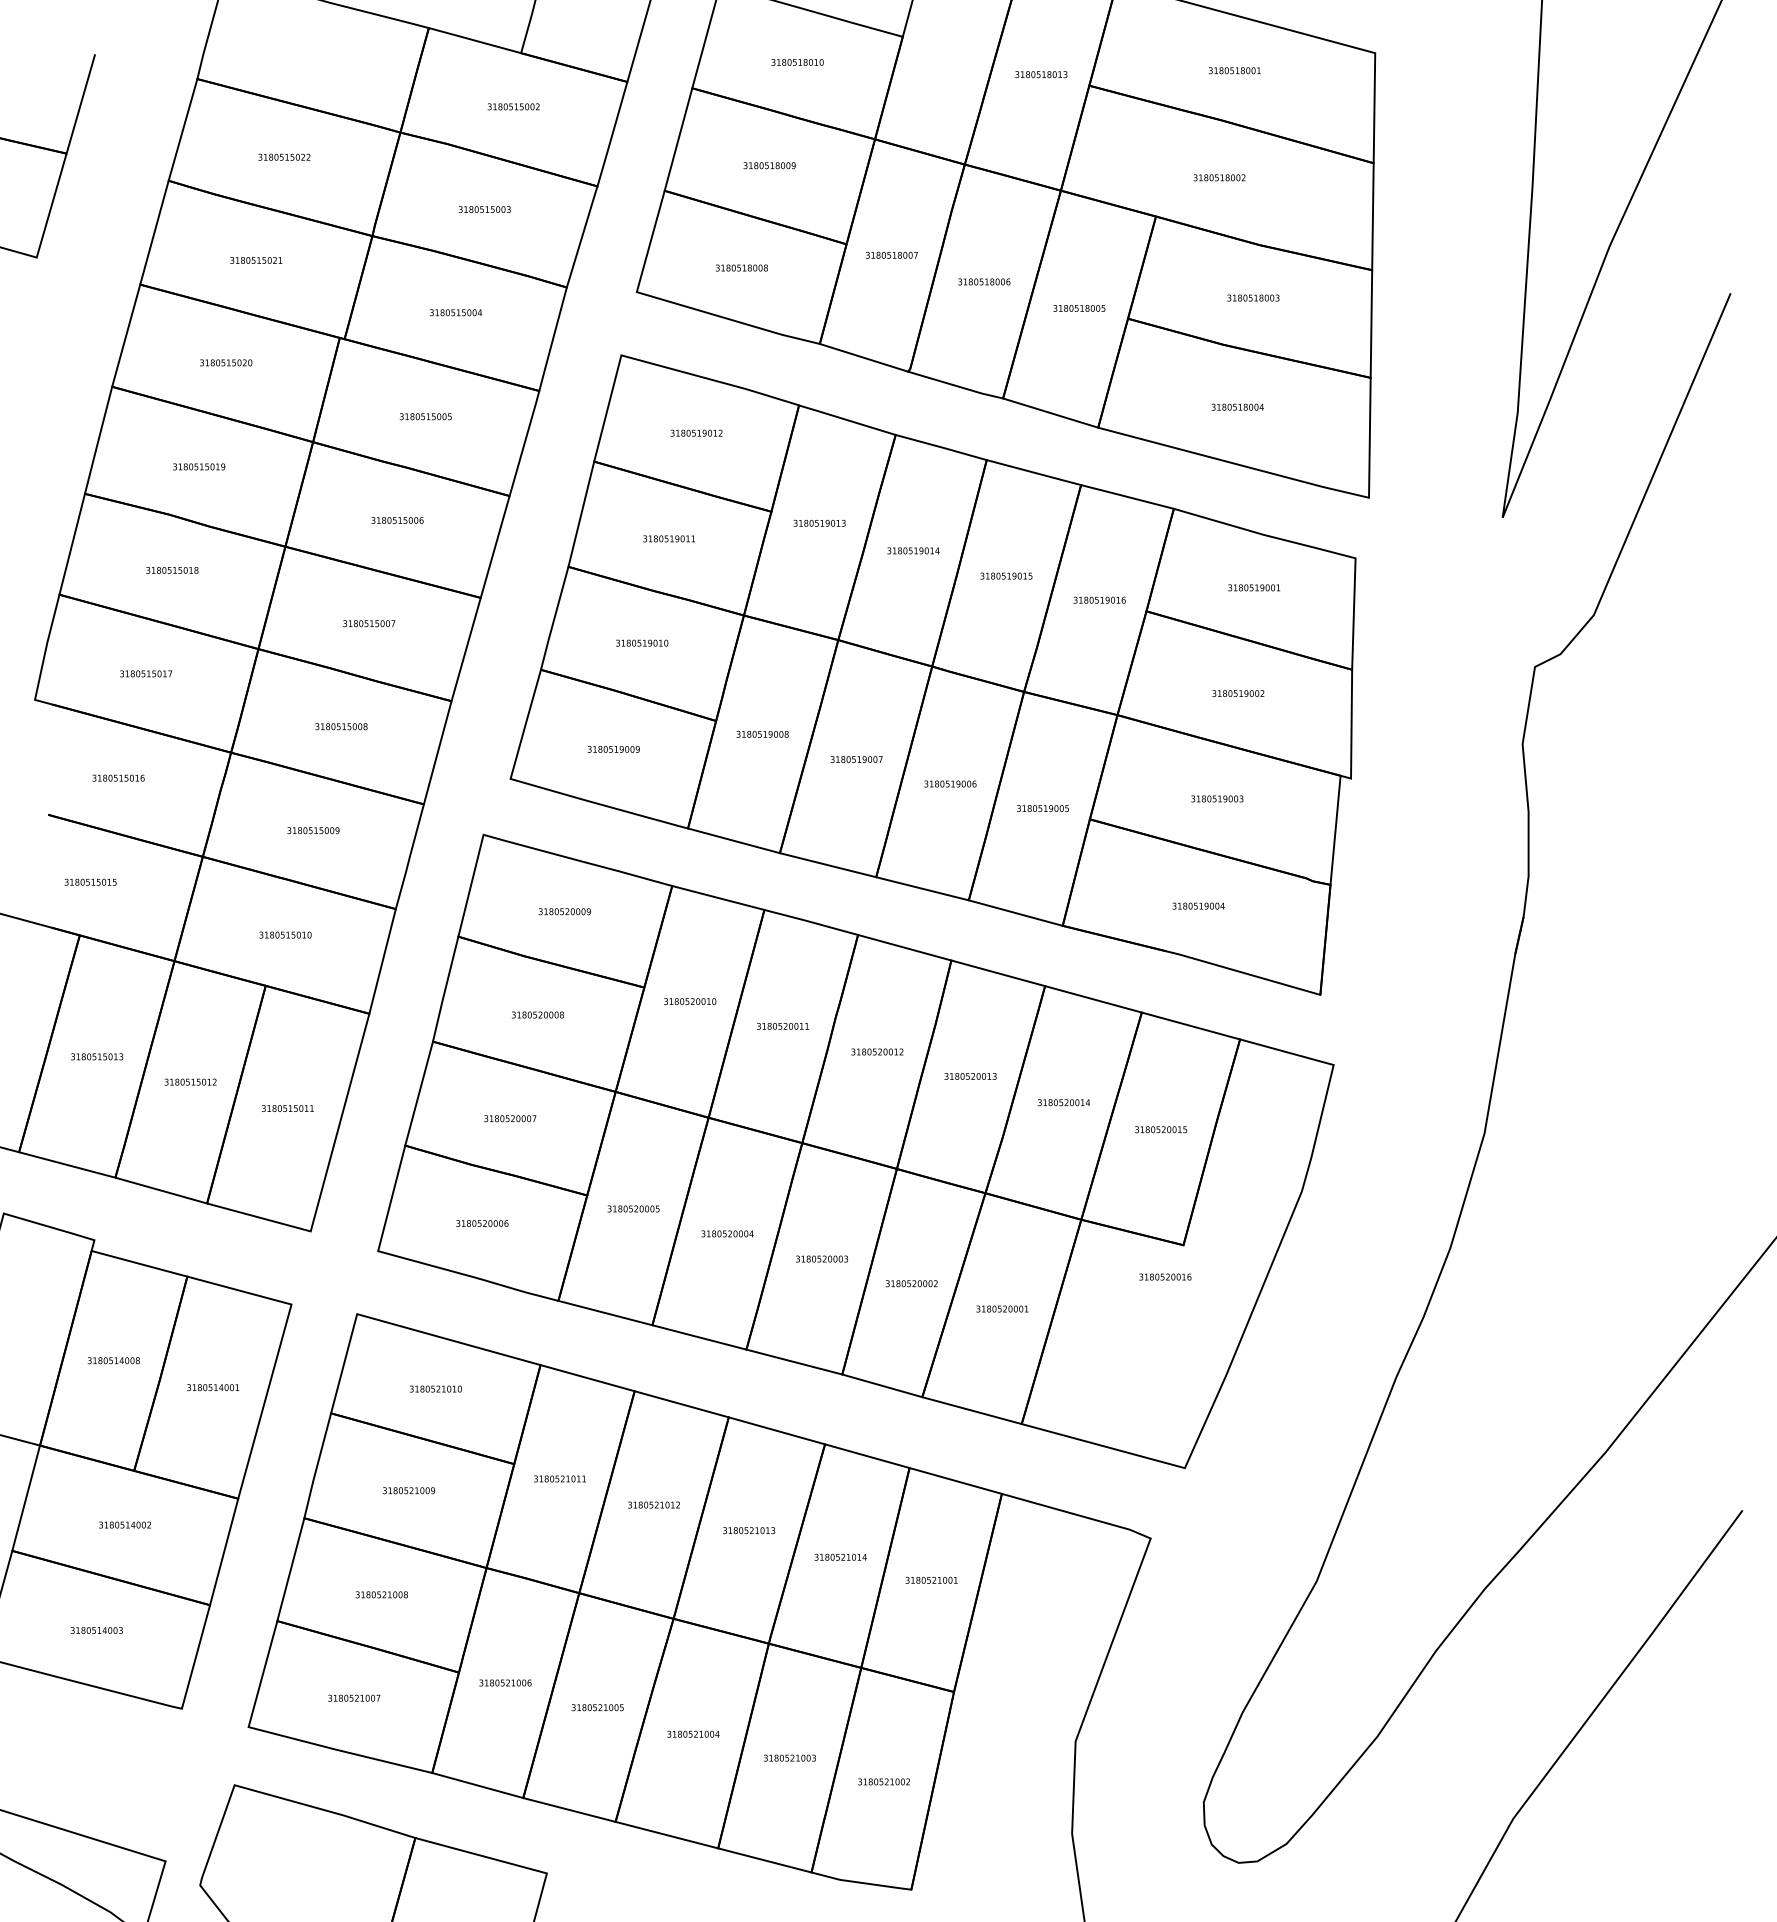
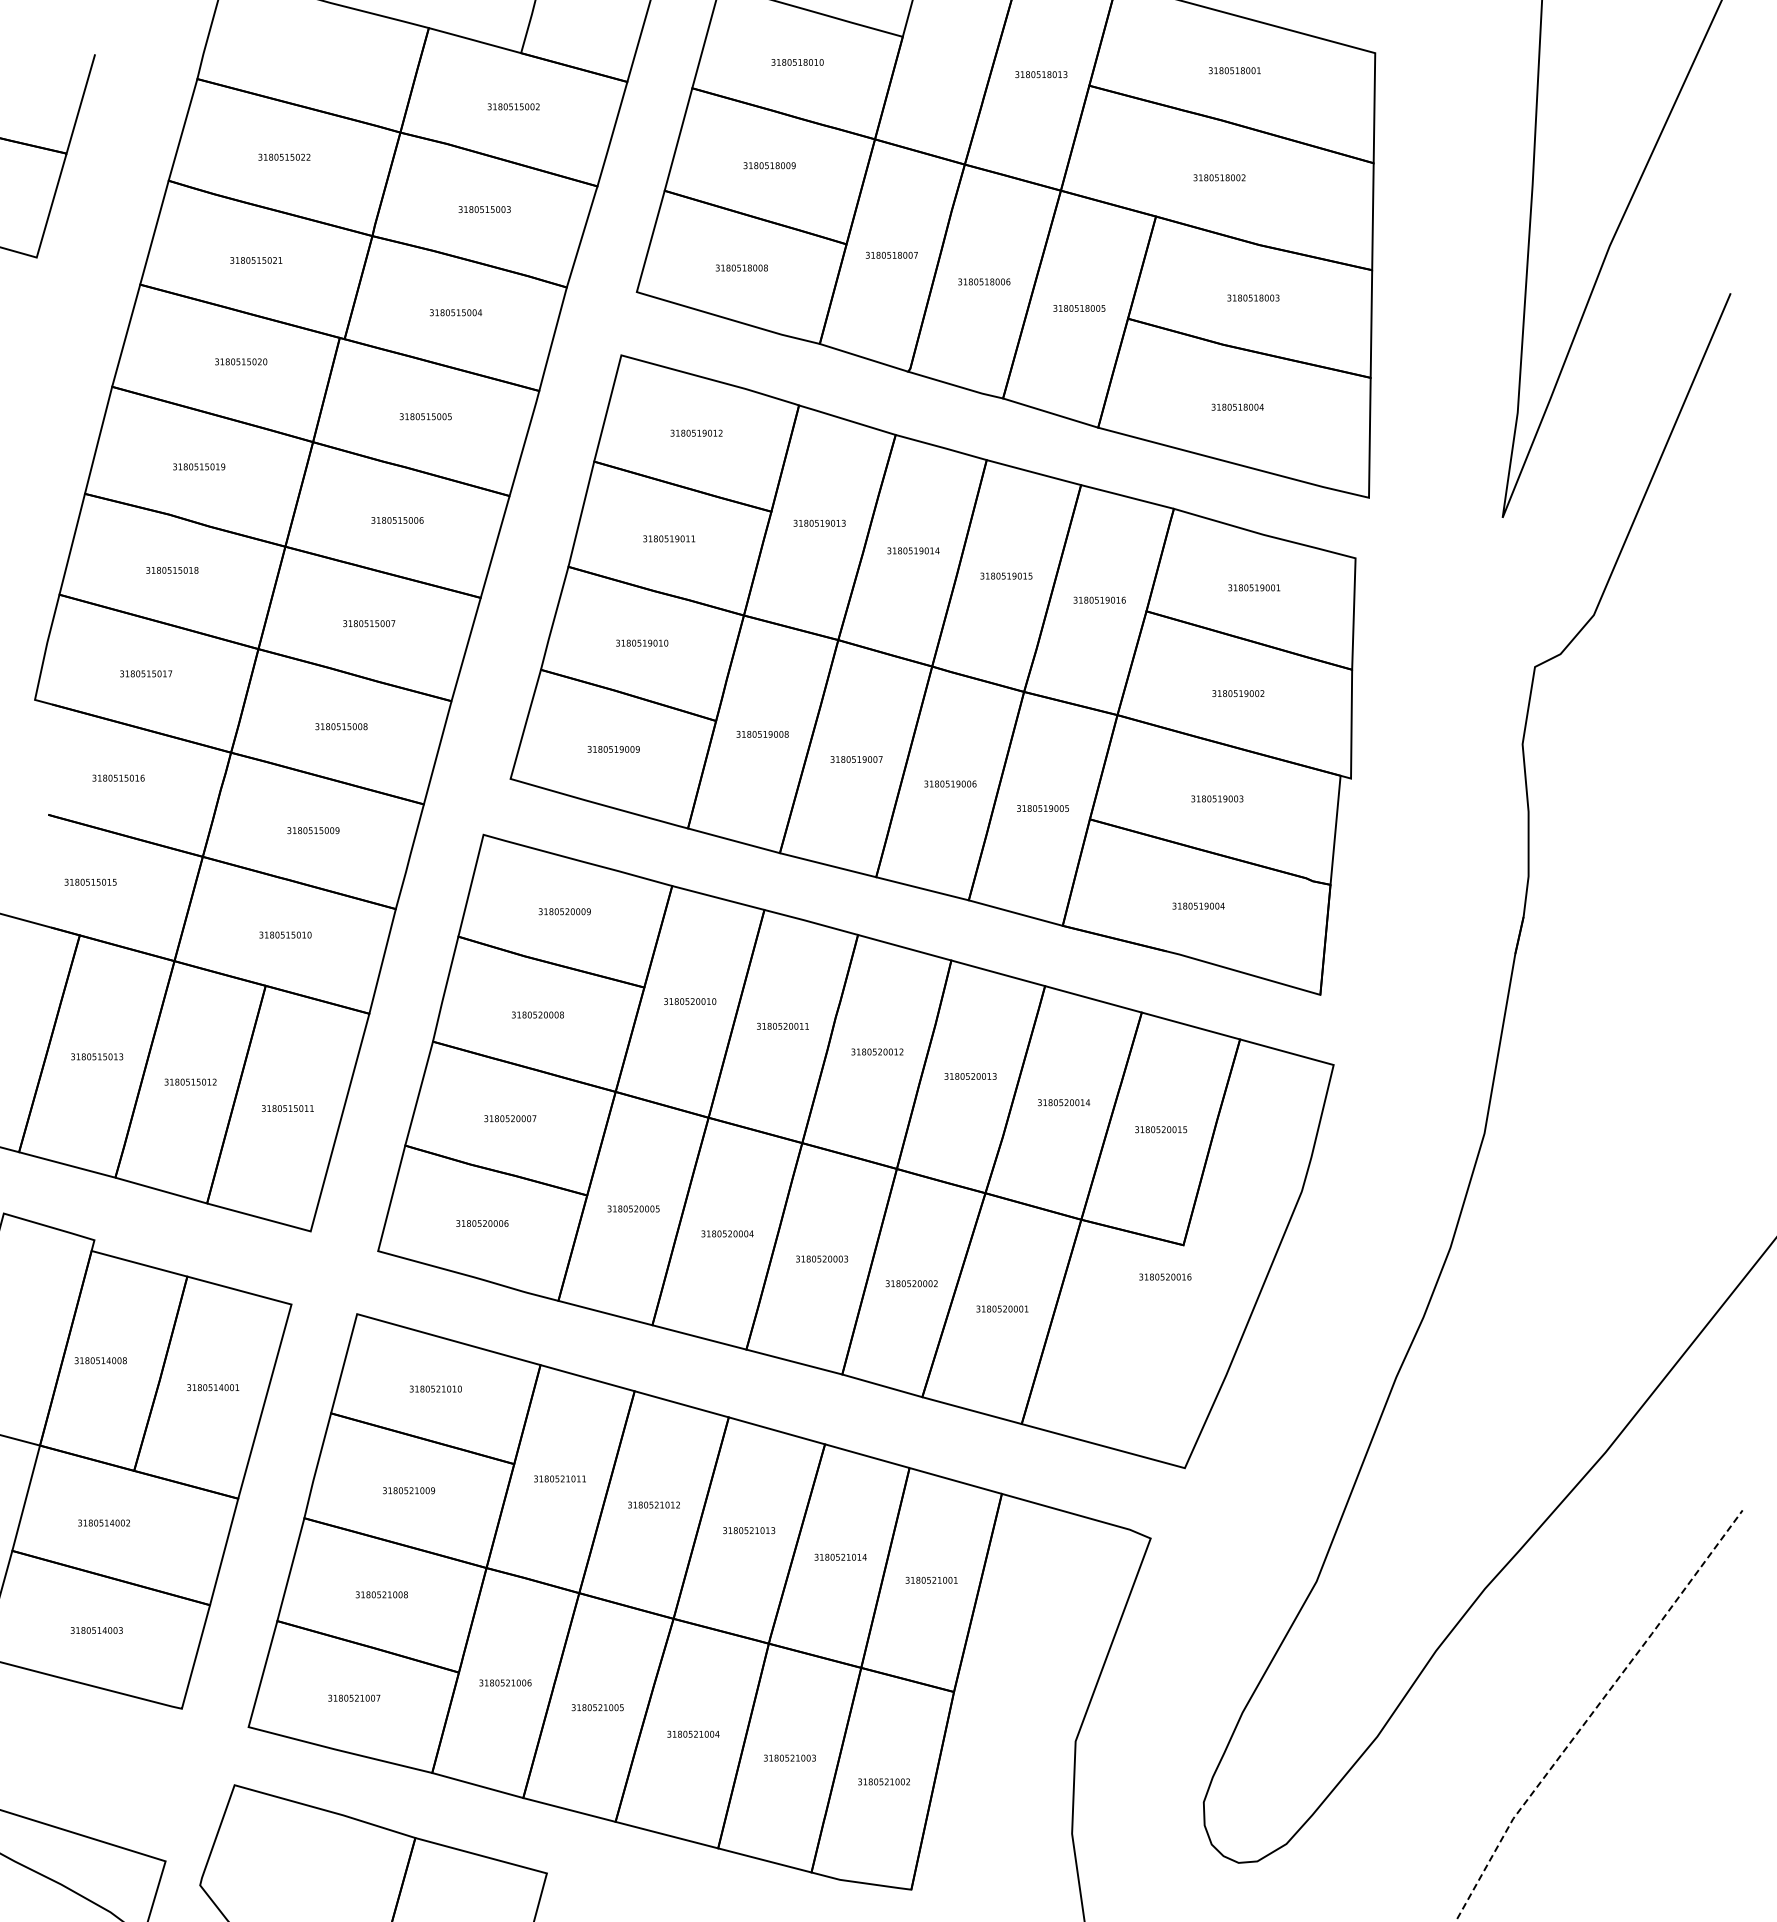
text at (226, 362) position: (226, 362) -> (241, 361)
text at (113, 1360) position: (113, 1360) -> (100, 1360)
text at (124, 1524) position: (124, 1524) -> (103, 1522)
line at (1593, 1711): solid -> dashed
